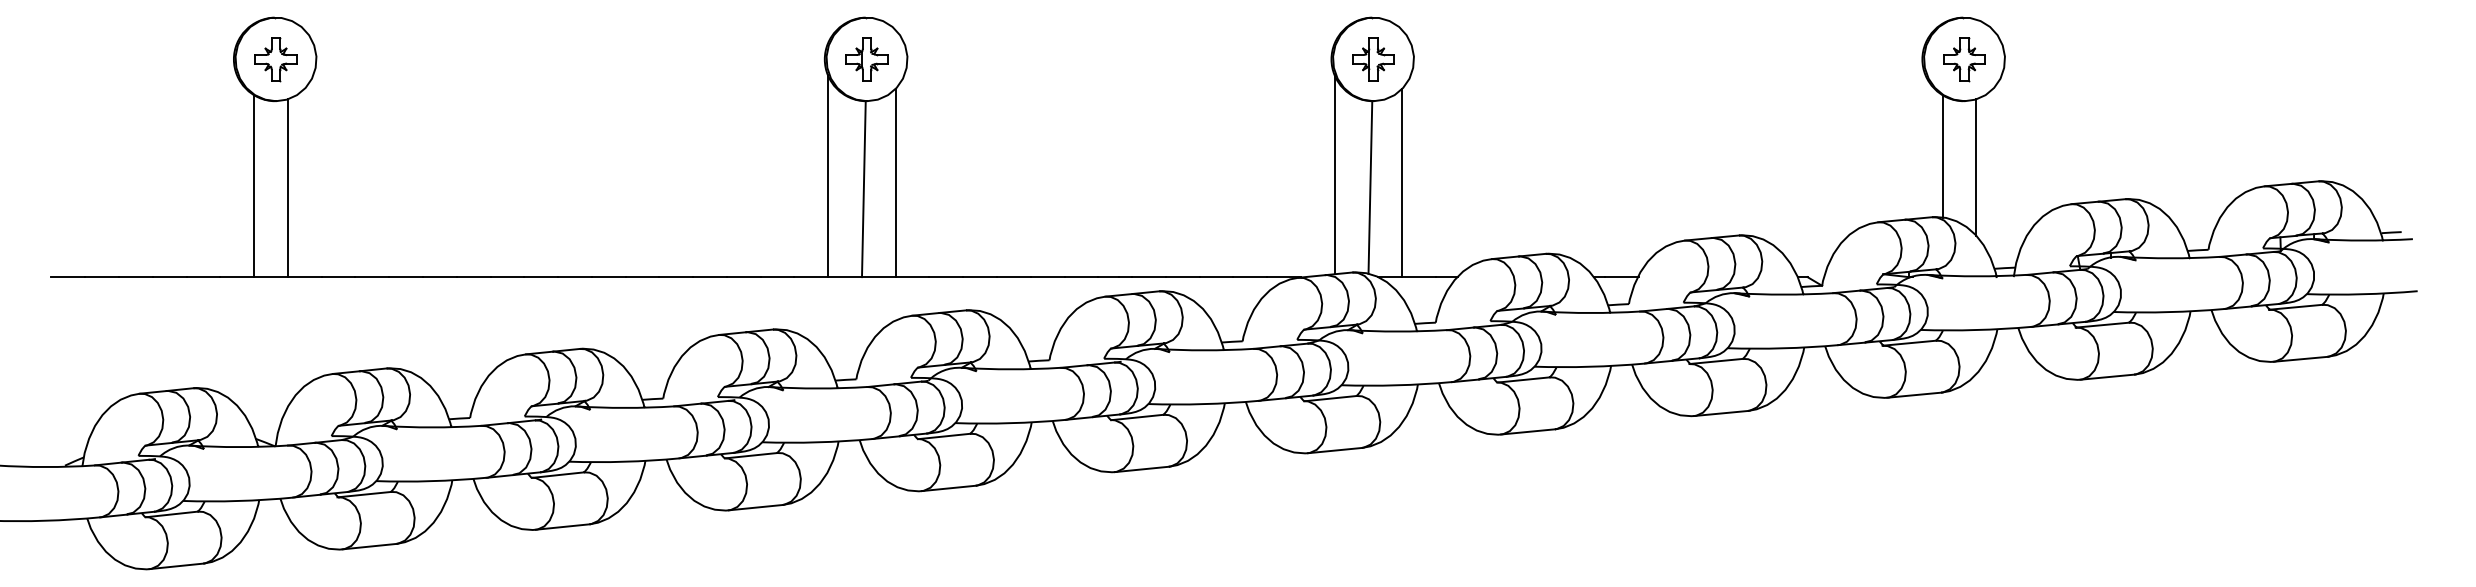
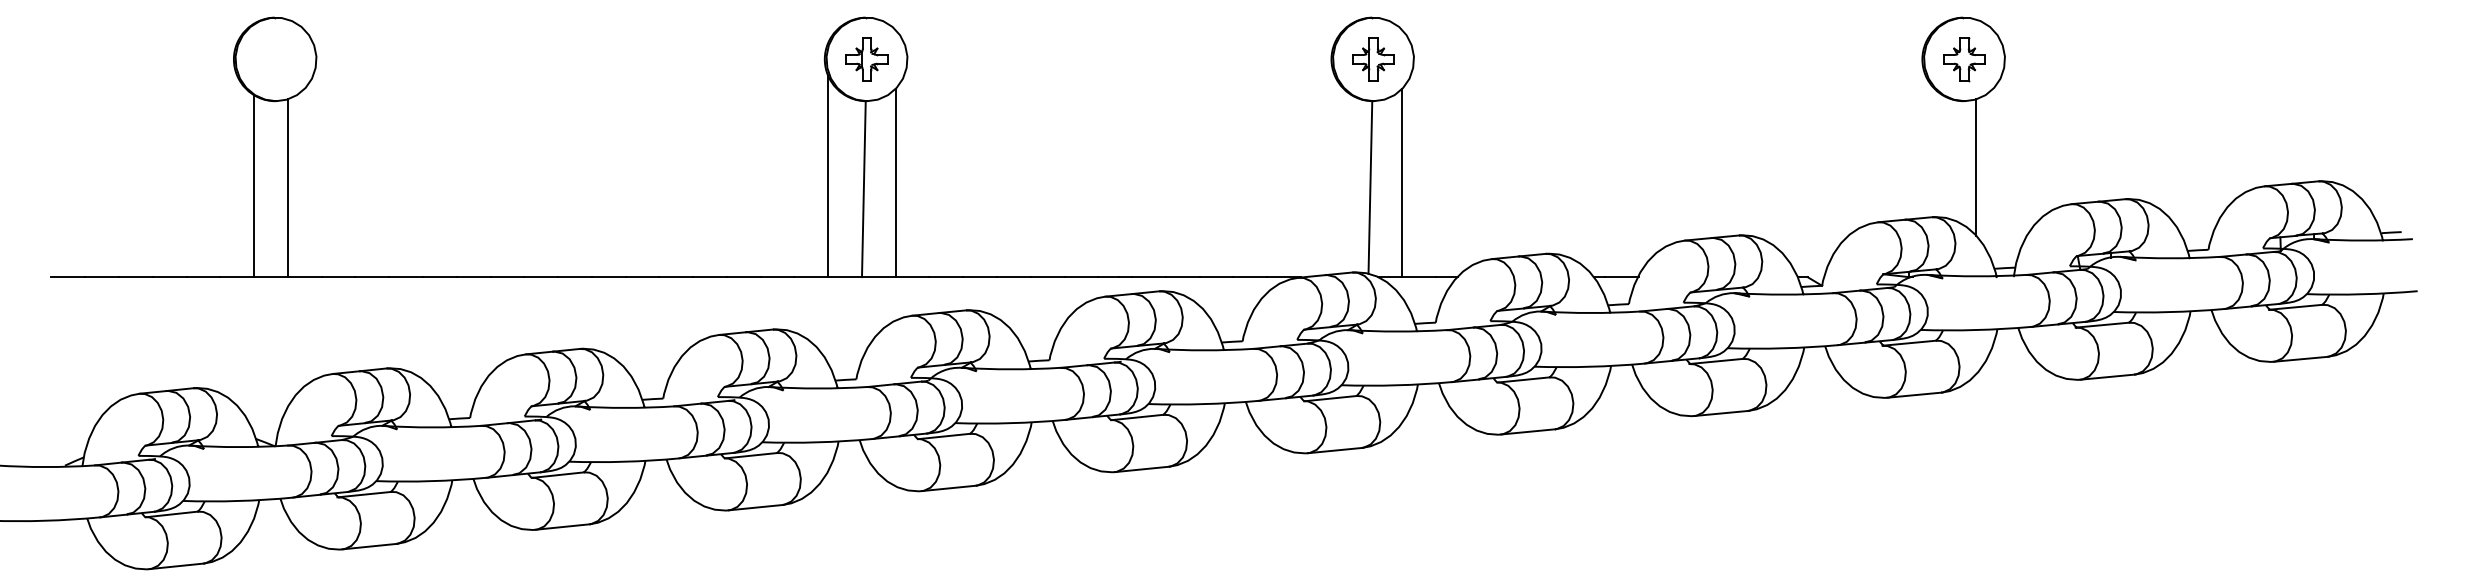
part at (275, 59): present -> none
line at (1942, 156): present -> none
line at (1334, 174): present -> none
